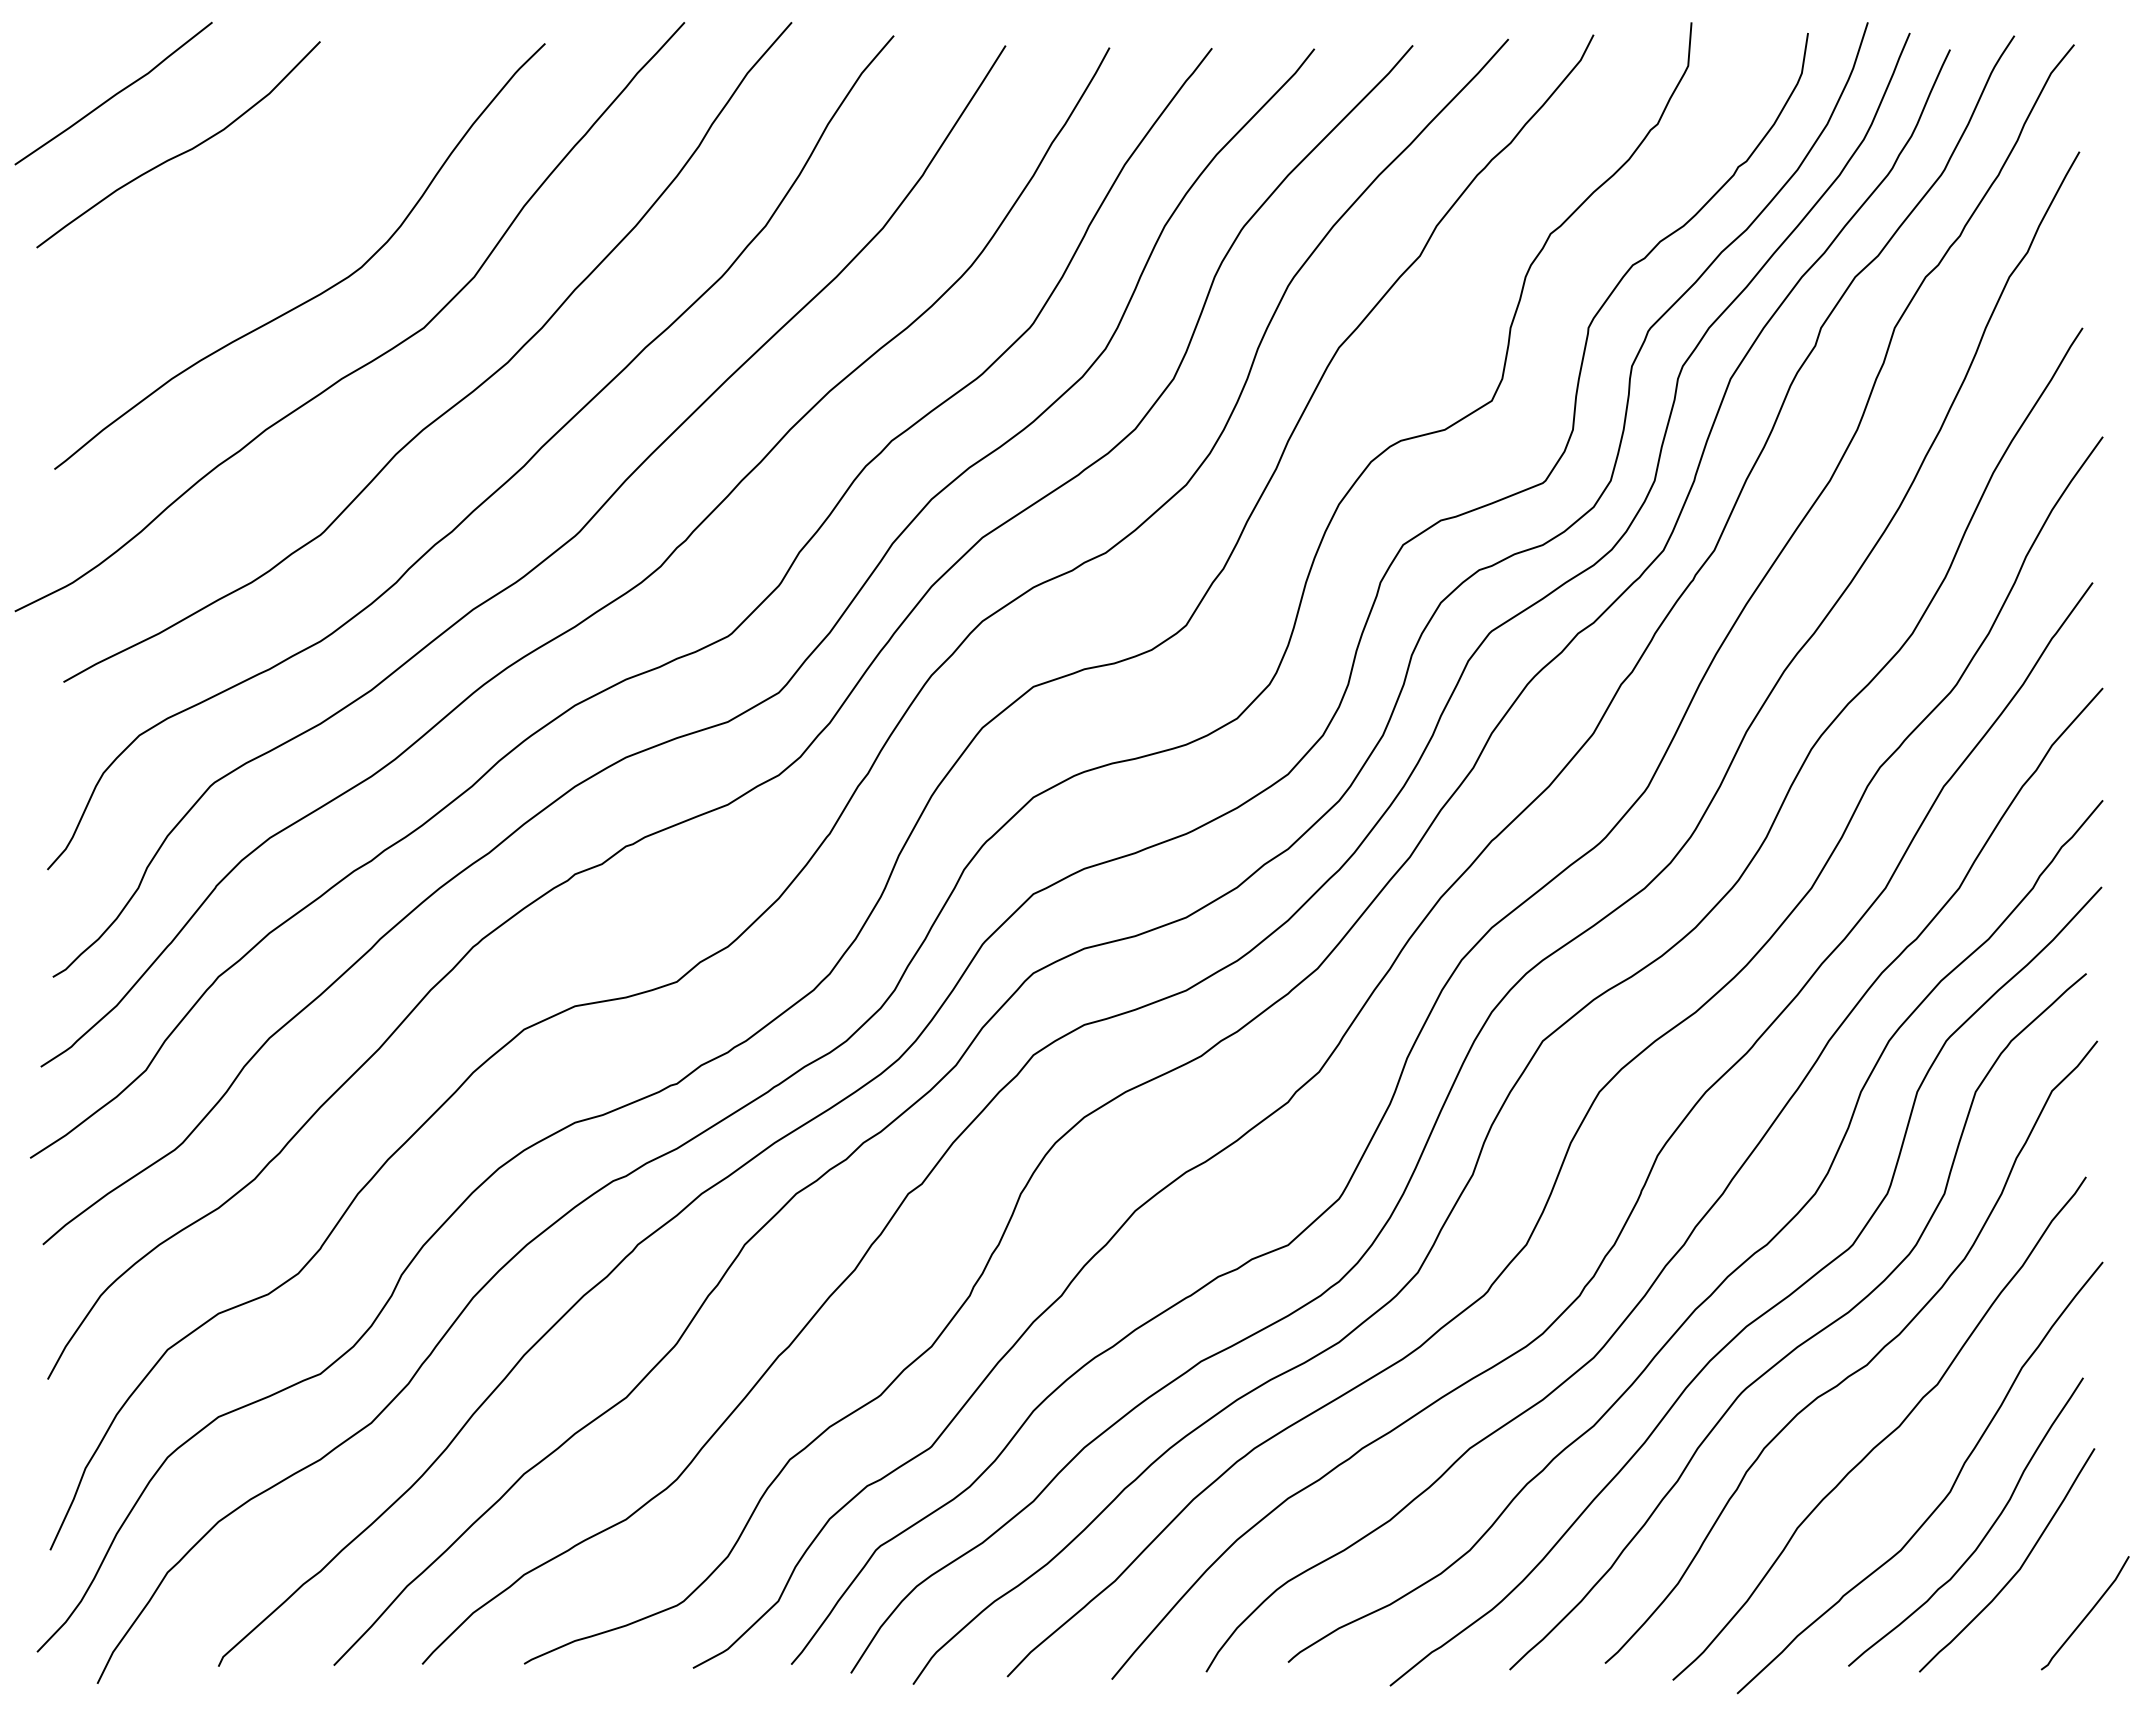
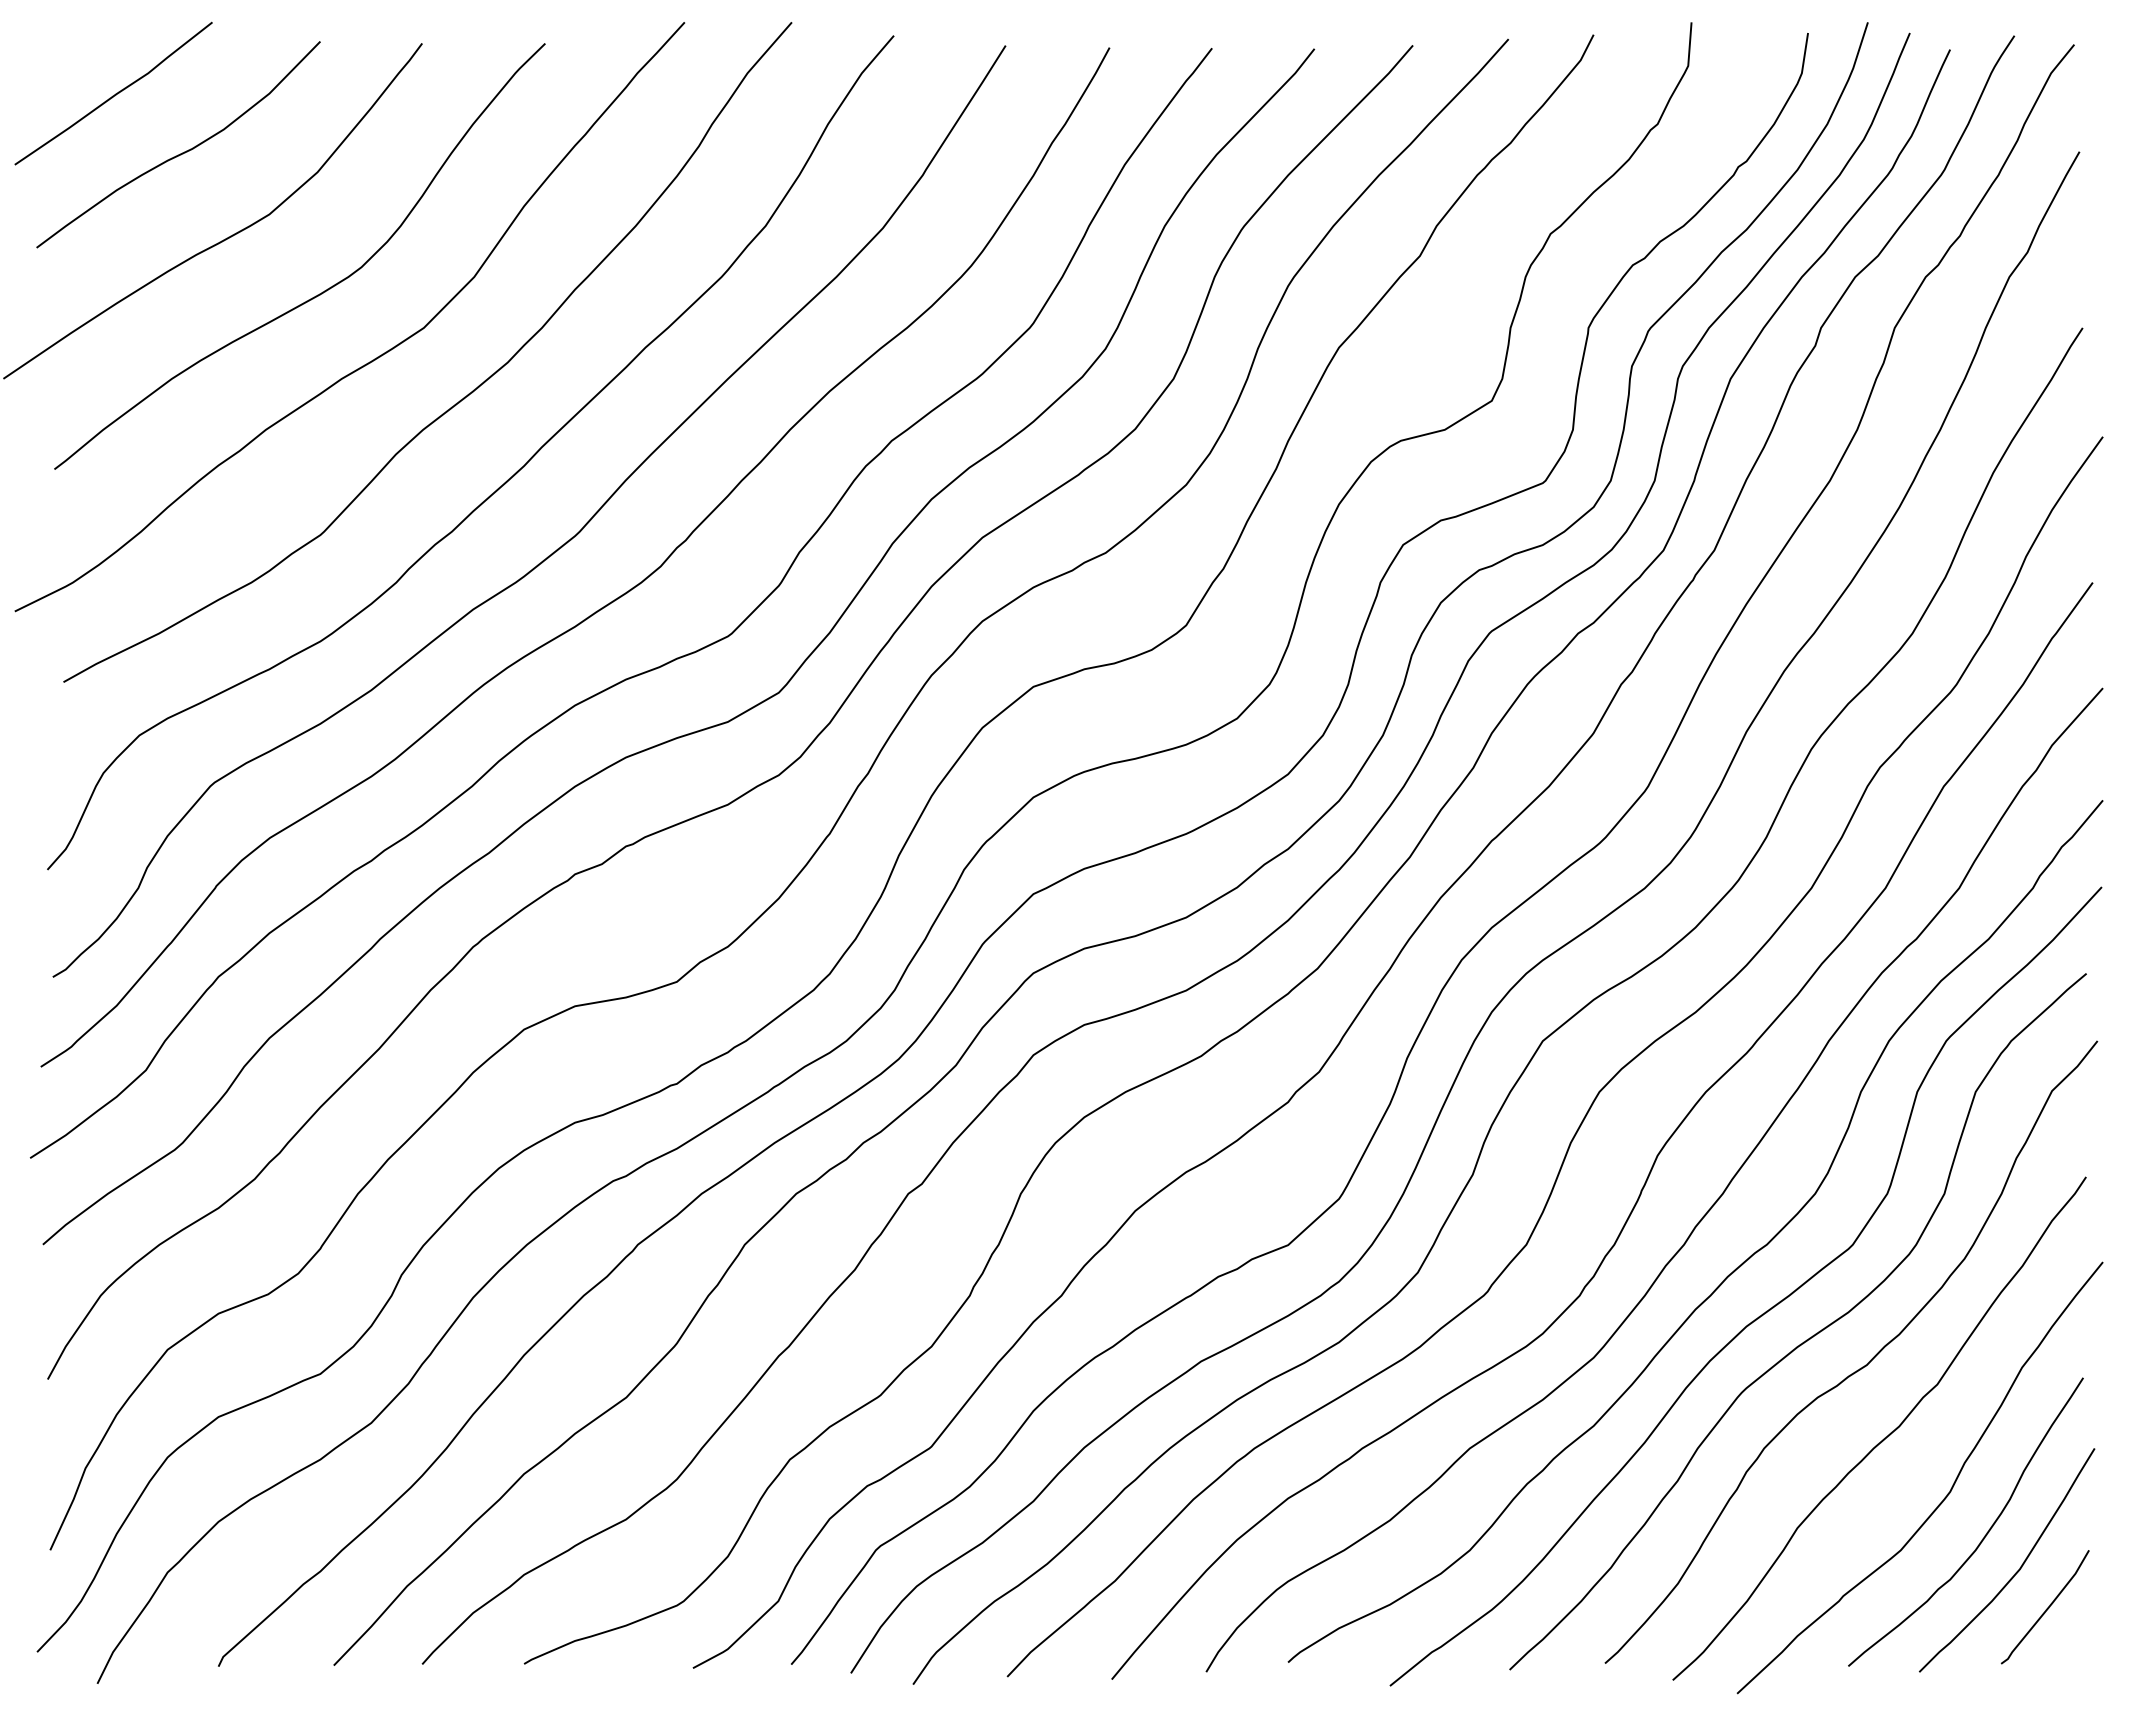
curve at (228, 236): none -> present
curve at (2086, 1614) position: (2086, 1614) -> (2046, 1608)
